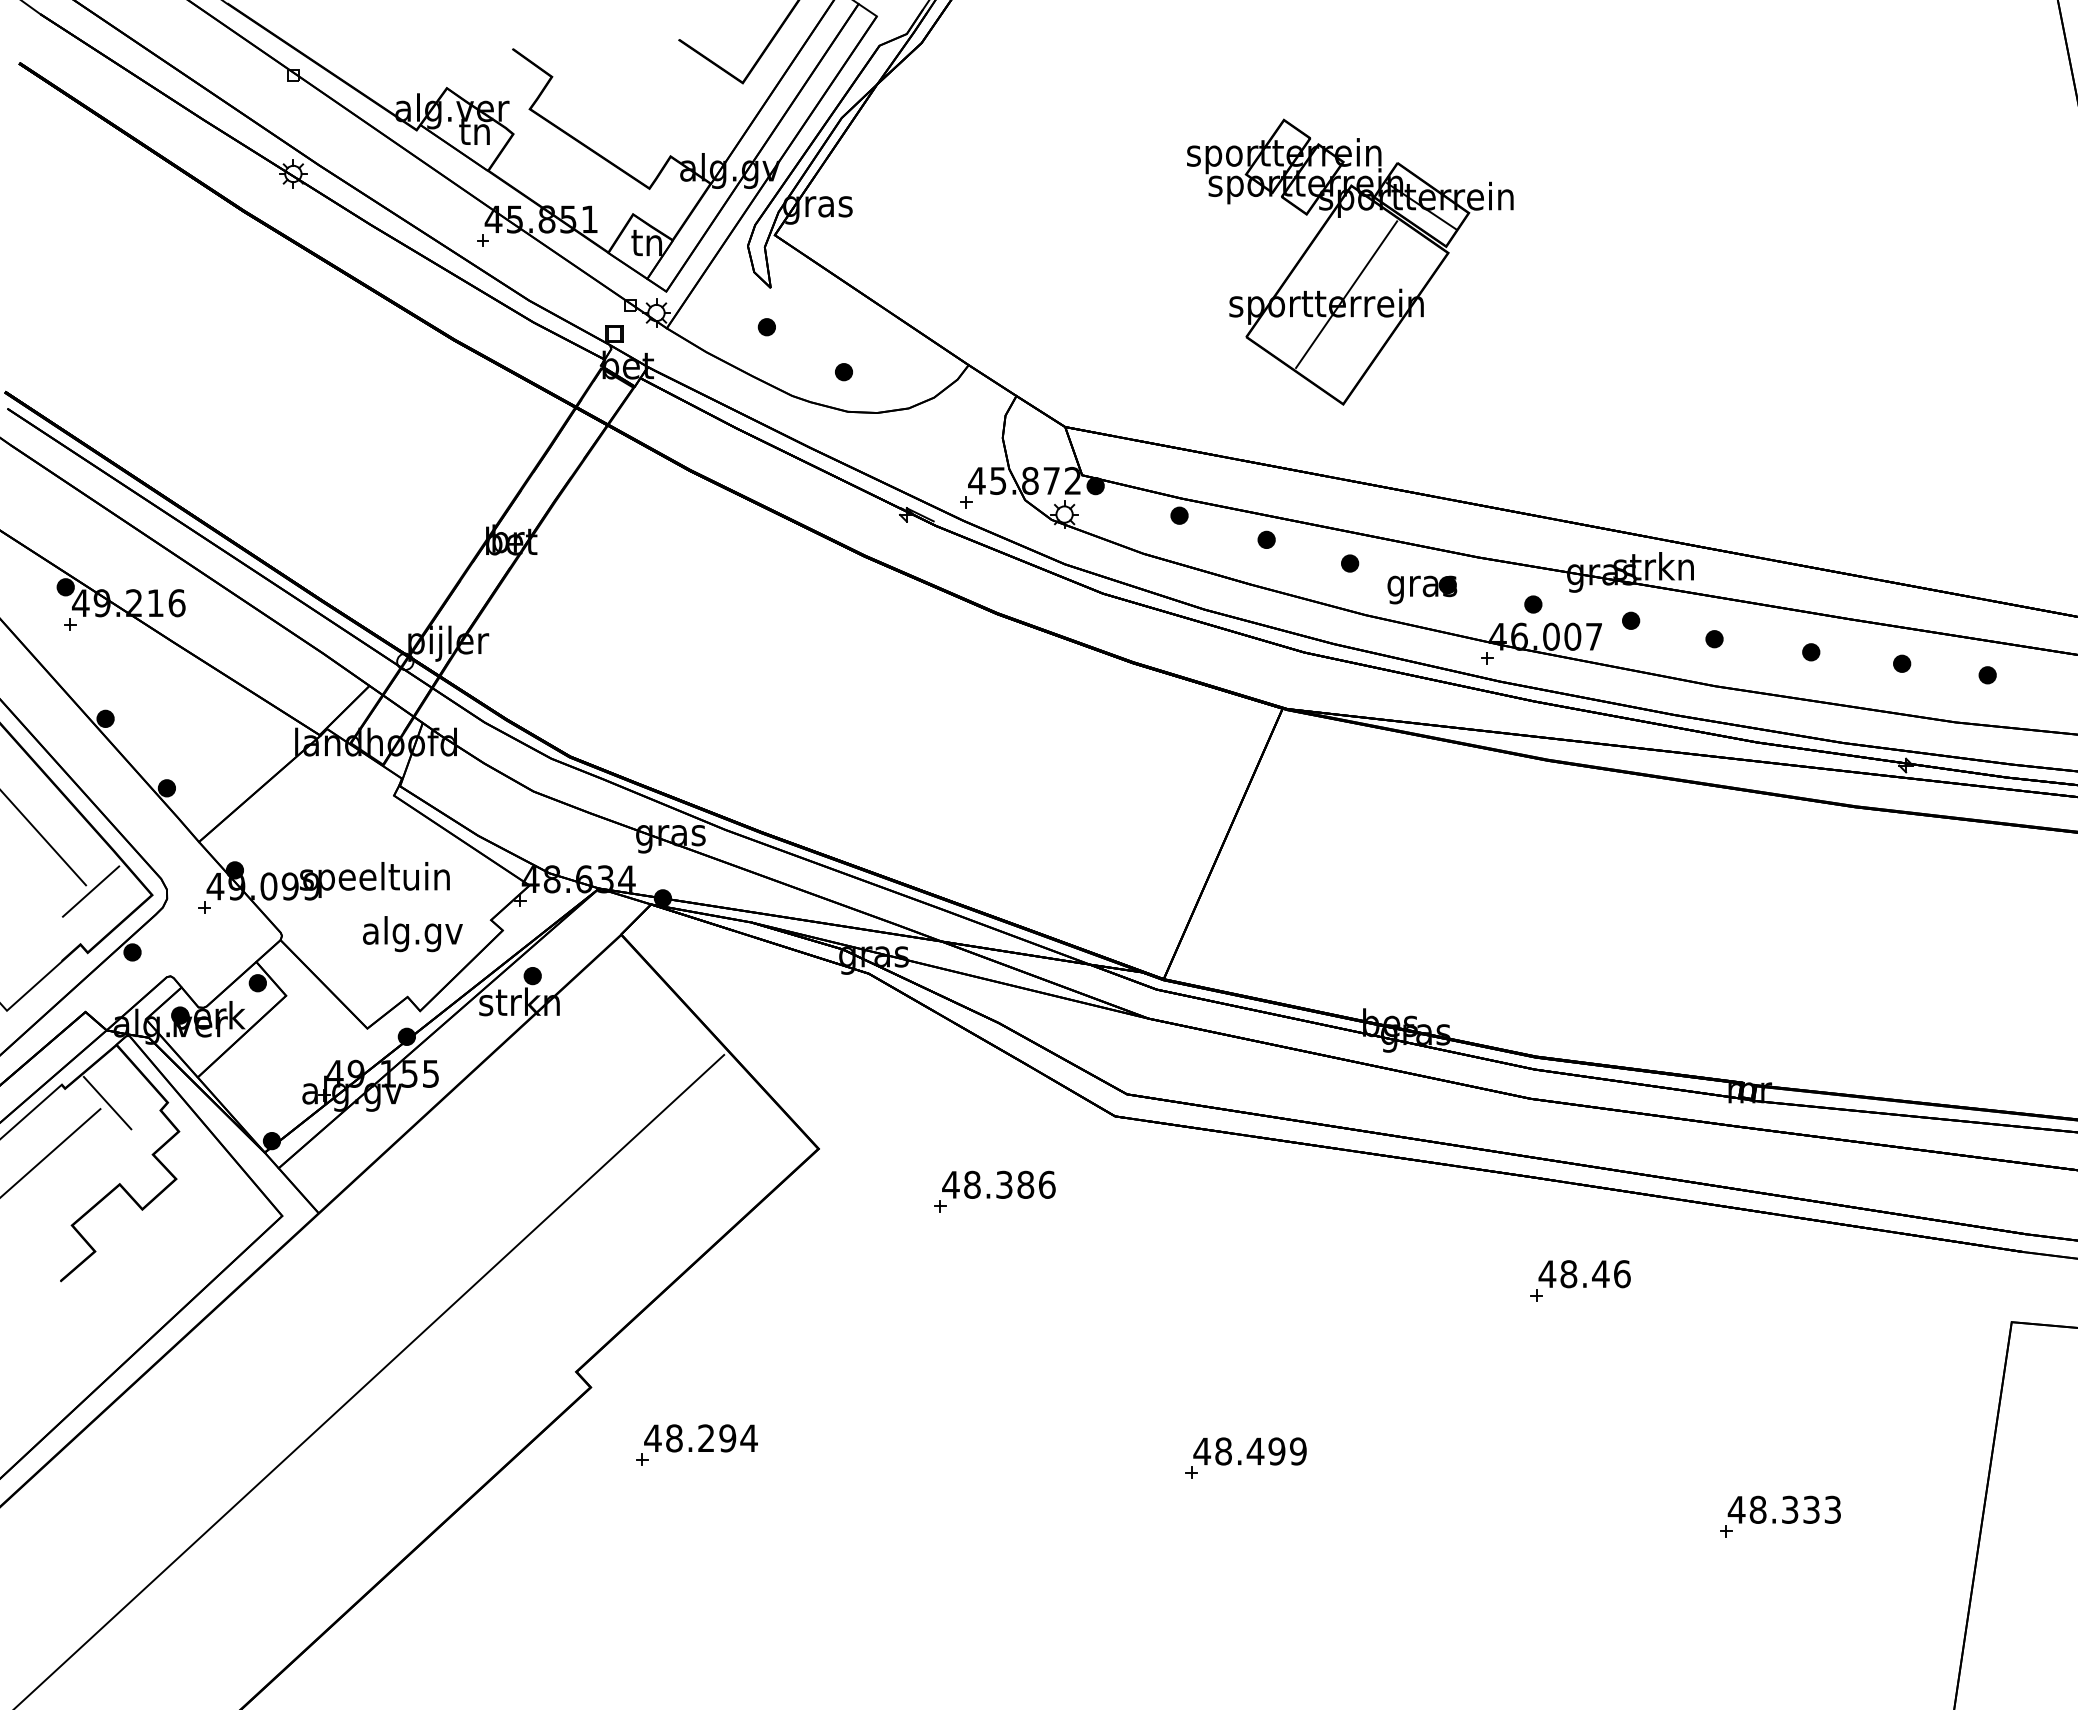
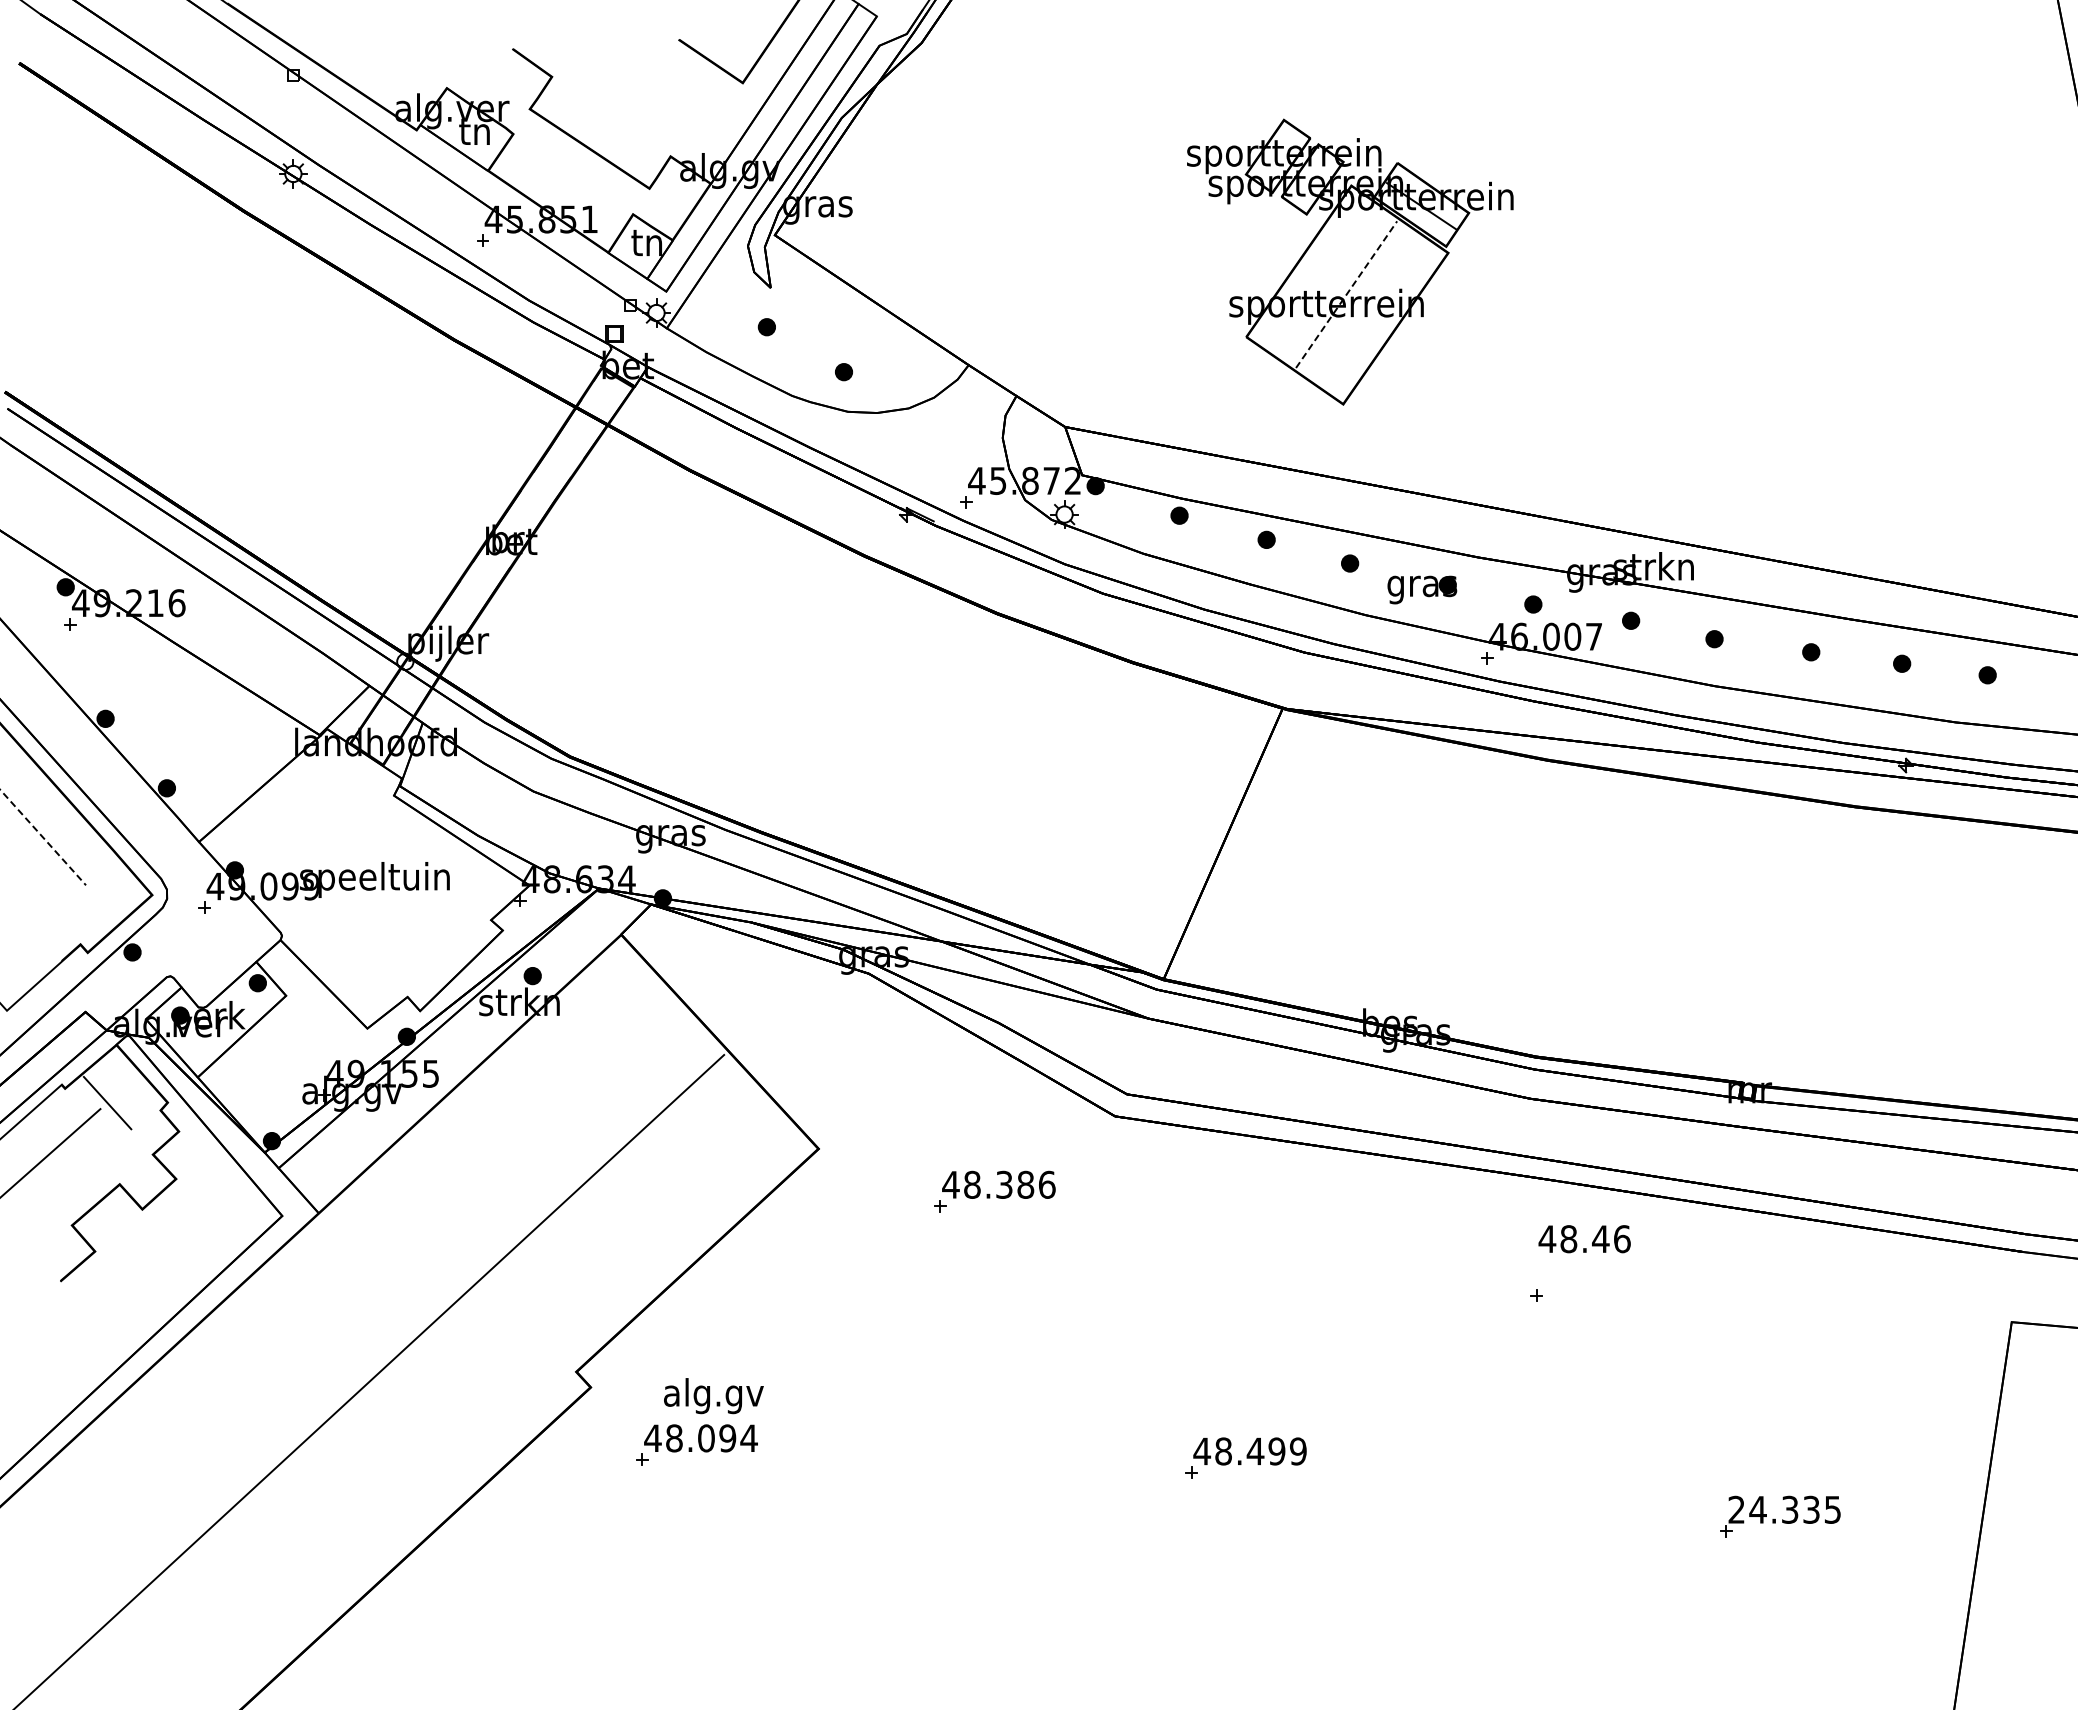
line at (1346, 294): solid -> dashed
line at (43, 837): solid -> dashed
line at (91, 891): present -> none
text at (412, 934) position: (412, 934) -> (713, 1396)
text at (1584, 1274) position: (1584, 1274) -> (1584, 1239)
text at (706, 1438): 48.294 -> 48.094
text at (1783, 1509): 48.333 -> 24.335
